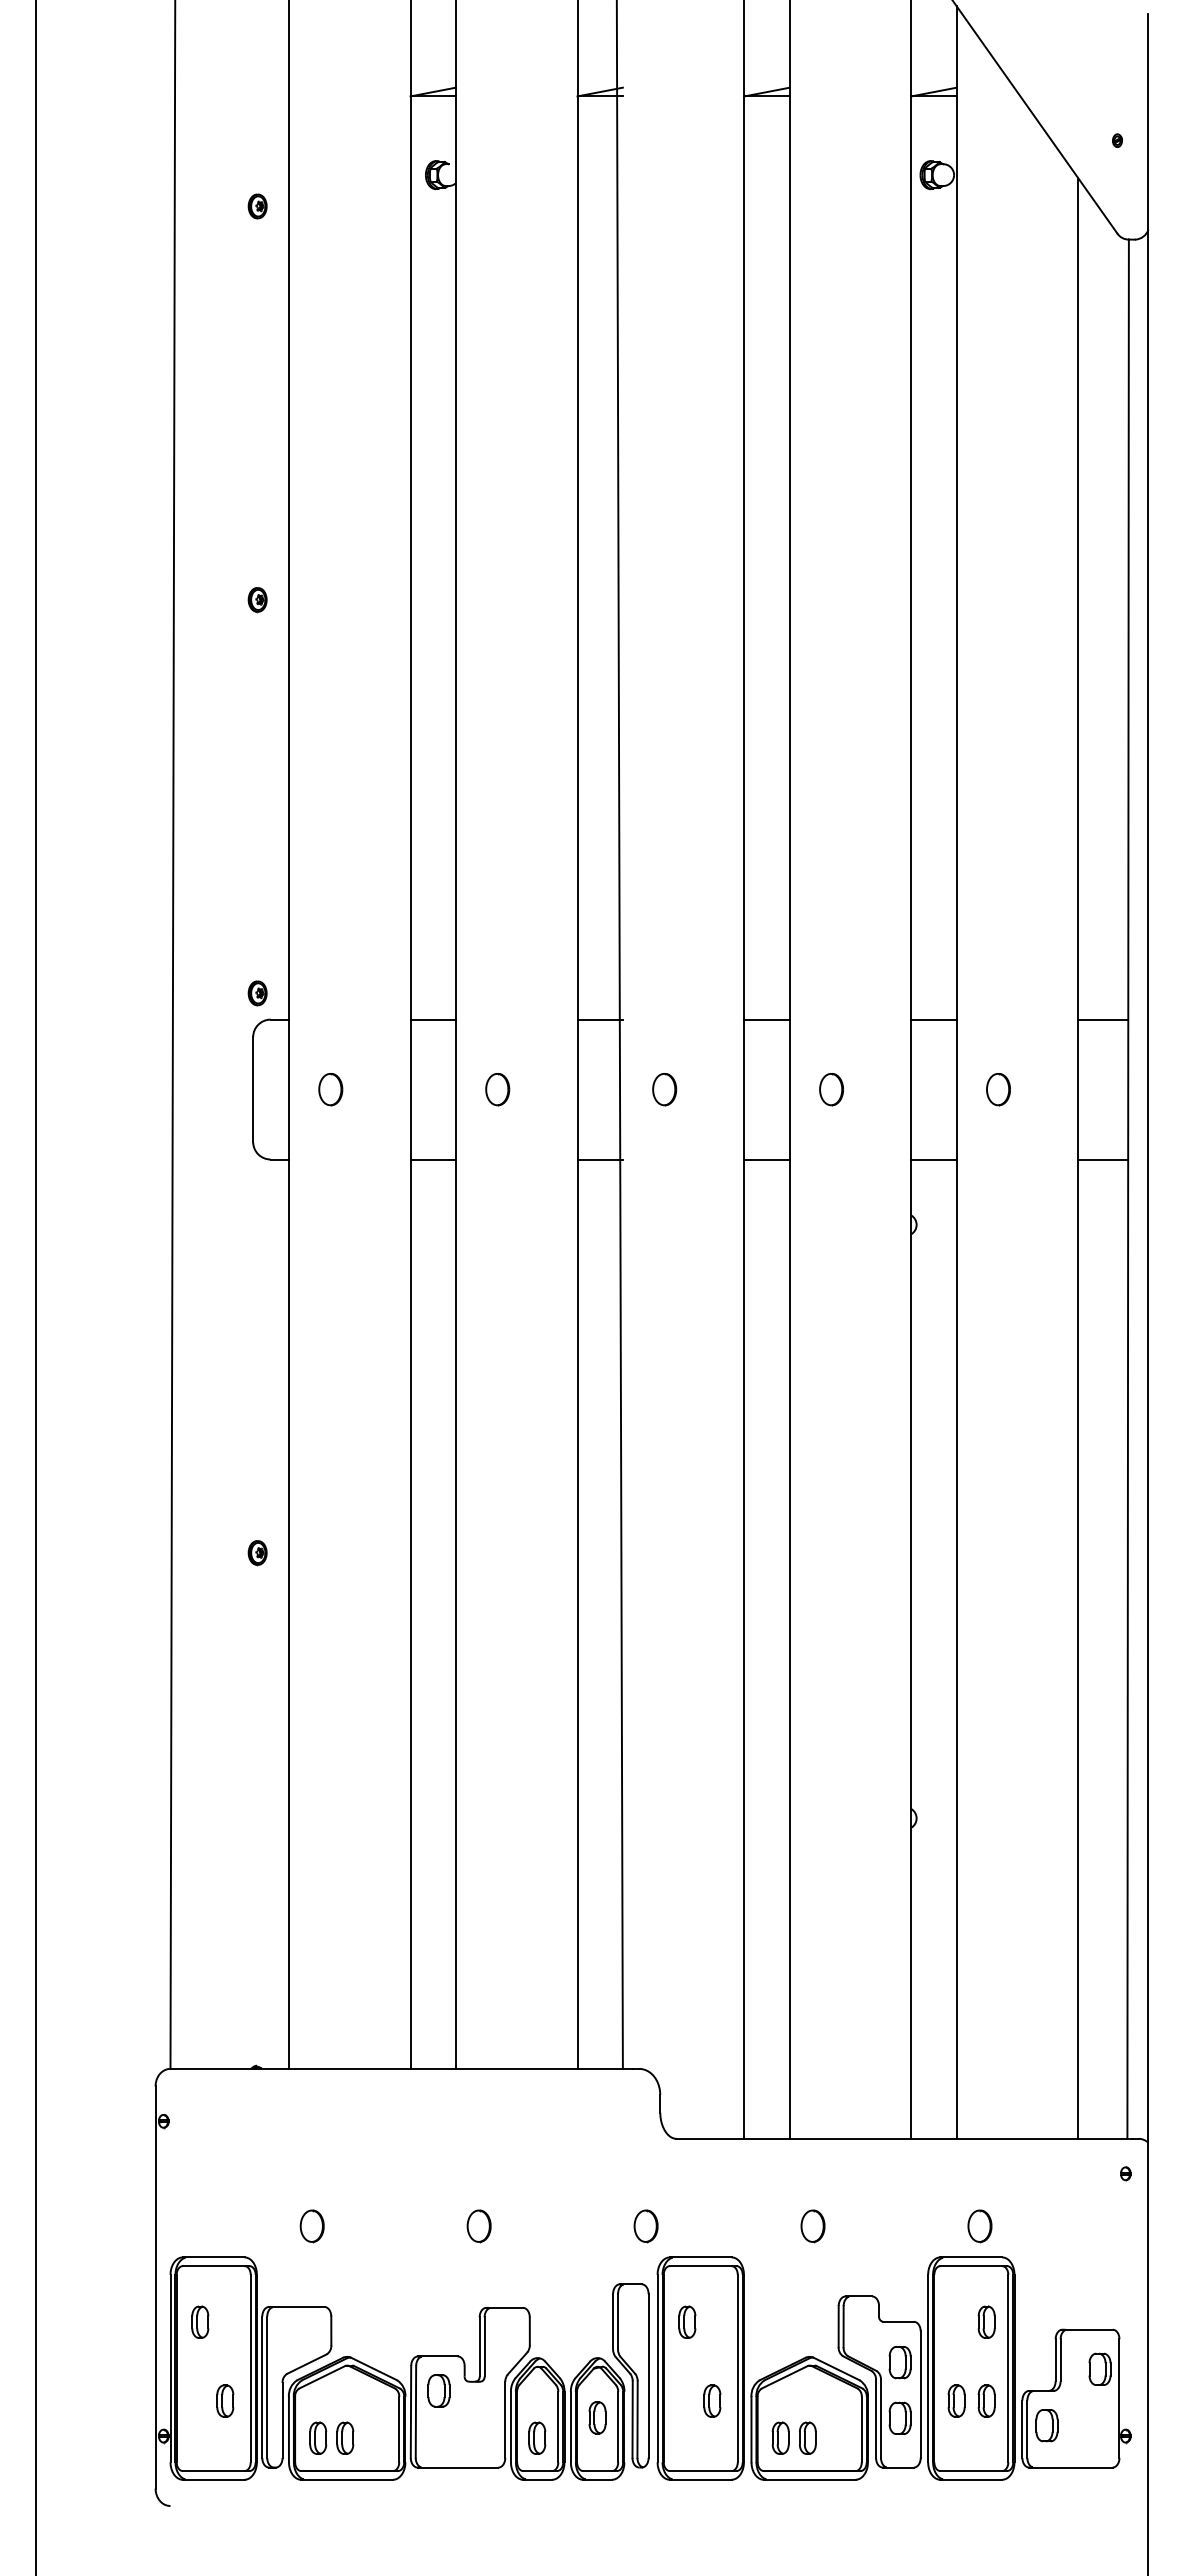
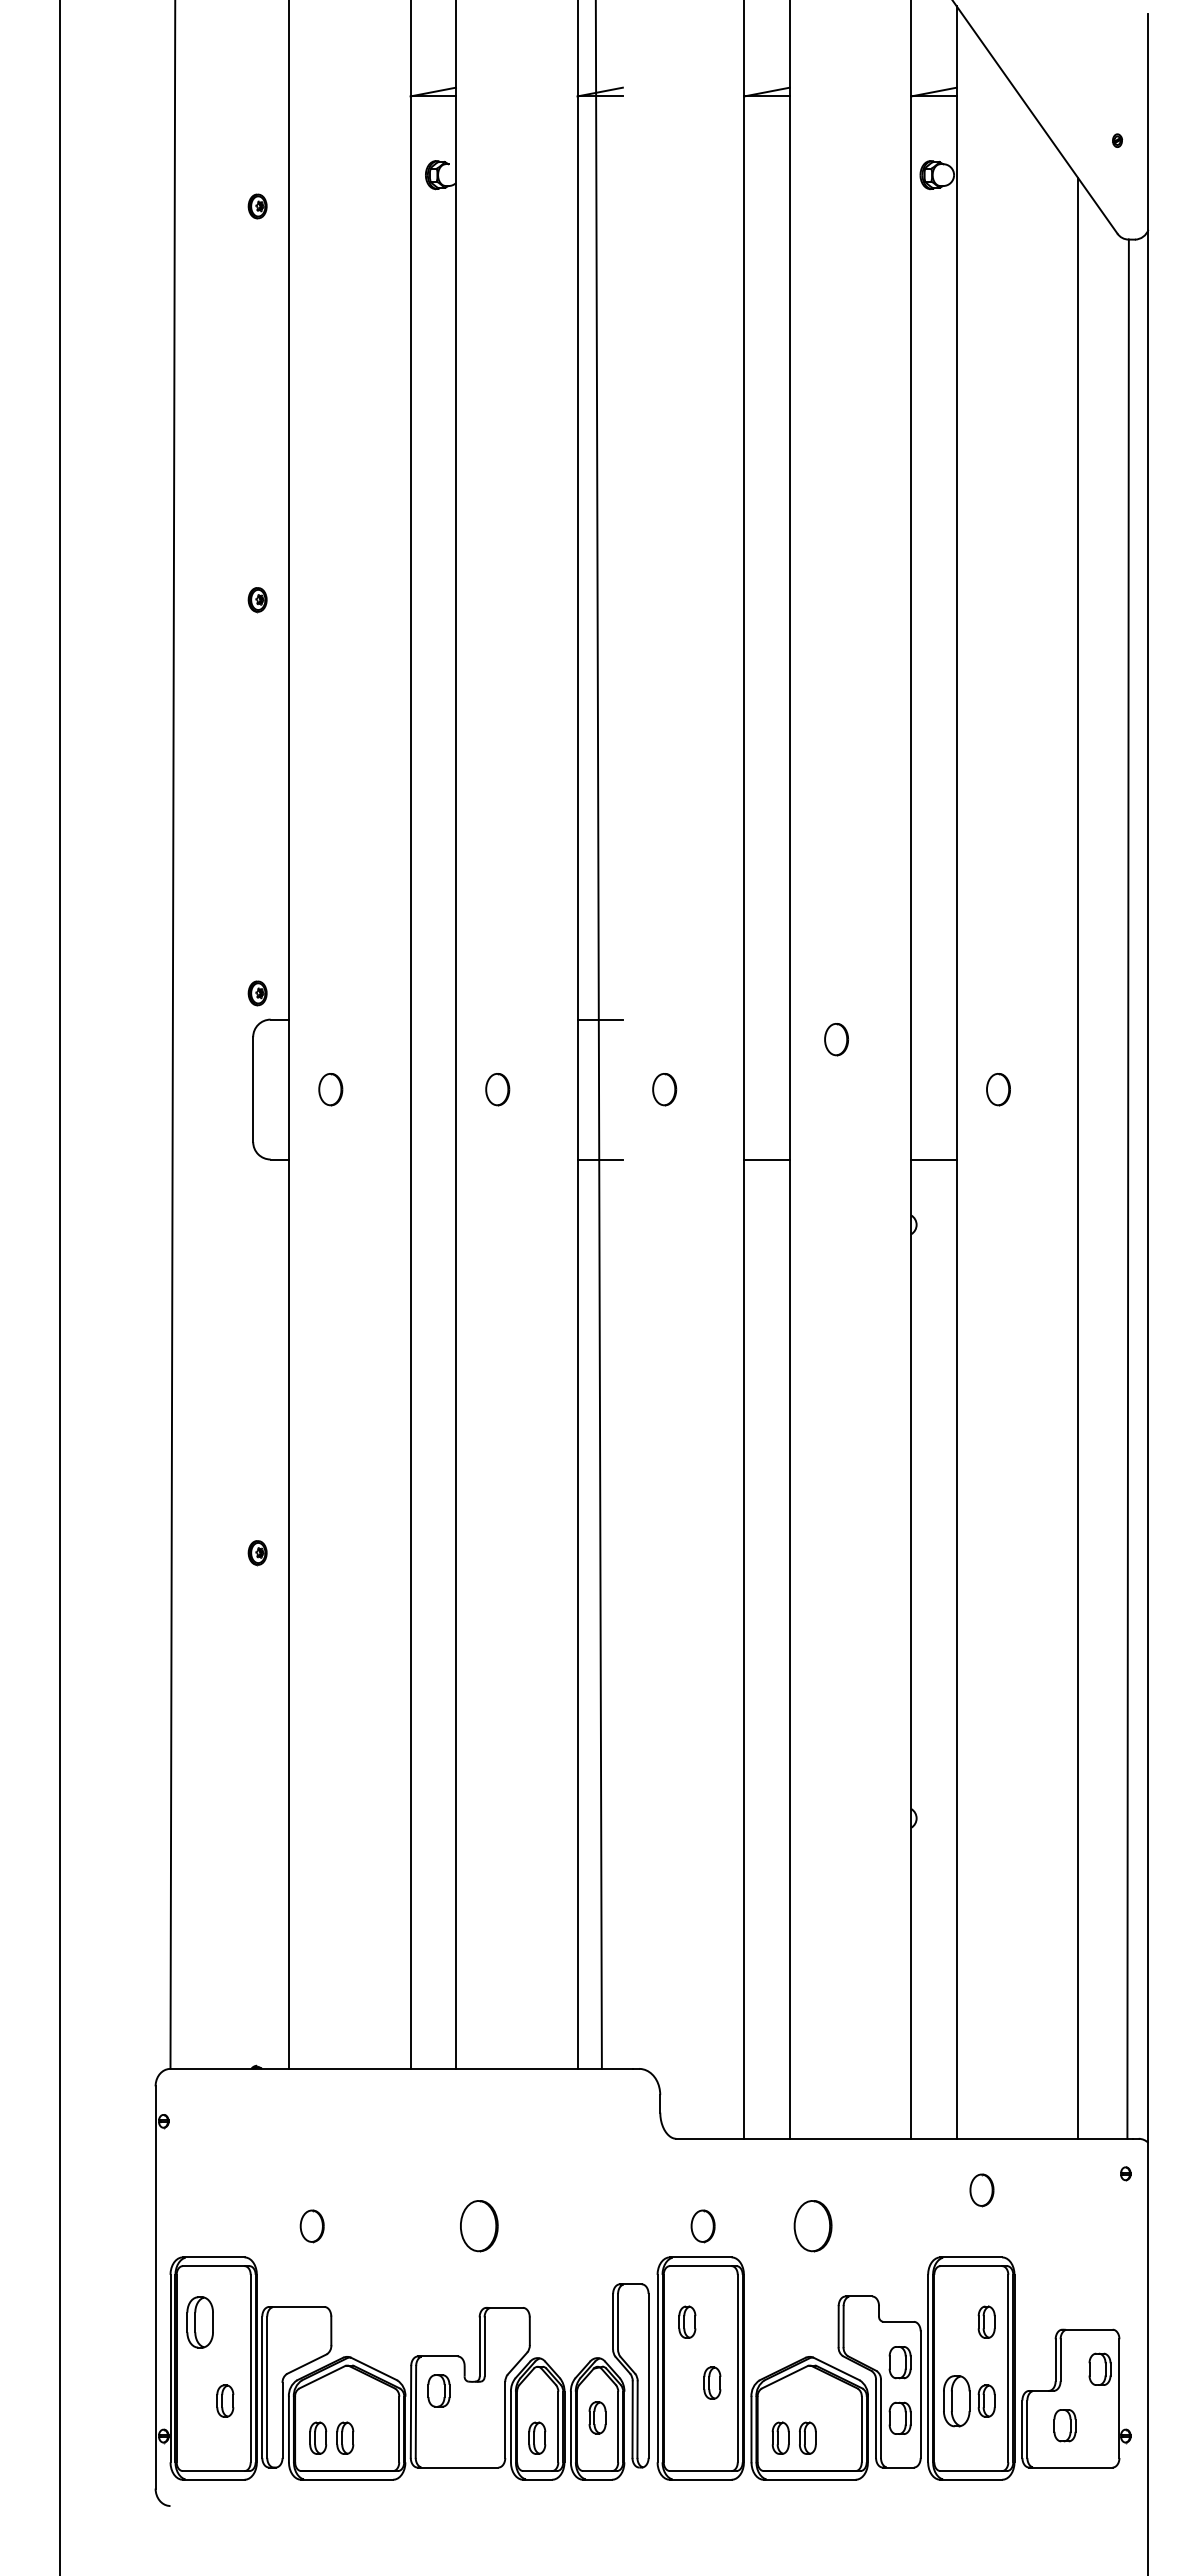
line at (432, 1019): present -> none
line at (766, 1019): present -> none
line at (933, 1019): present -> none
line at (1102, 1019): present -> none
line at (619, 1035) position: (619, 1035) -> (598, 1035)
part at (831, 1089) position: (831, 1089) -> (836, 1039)
line at (432, 1159): present -> none
line at (1102, 1159): present -> none
line at (35, 1287) position: (35, 1287) -> (59, 1287)
part at (478, 2226) size: 26x35 px -> 39x53 px
part at (645, 2226) position: (645, 2226) -> (702, 2226)
part at (812, 2226) size: 26x35 px -> 40x53 px
part at (979, 2226) position: (979, 2226) -> (981, 2190)
part at (200, 2321) size: 19x34 px -> 28x53 px
part at (712, 2400) position: (712, 2400) -> (712, 2382)
part at (956, 2400) size: 19x34 px -> 28x53 px
part at (1046, 2425) position: (1046, 2425) -> (1064, 2425)
